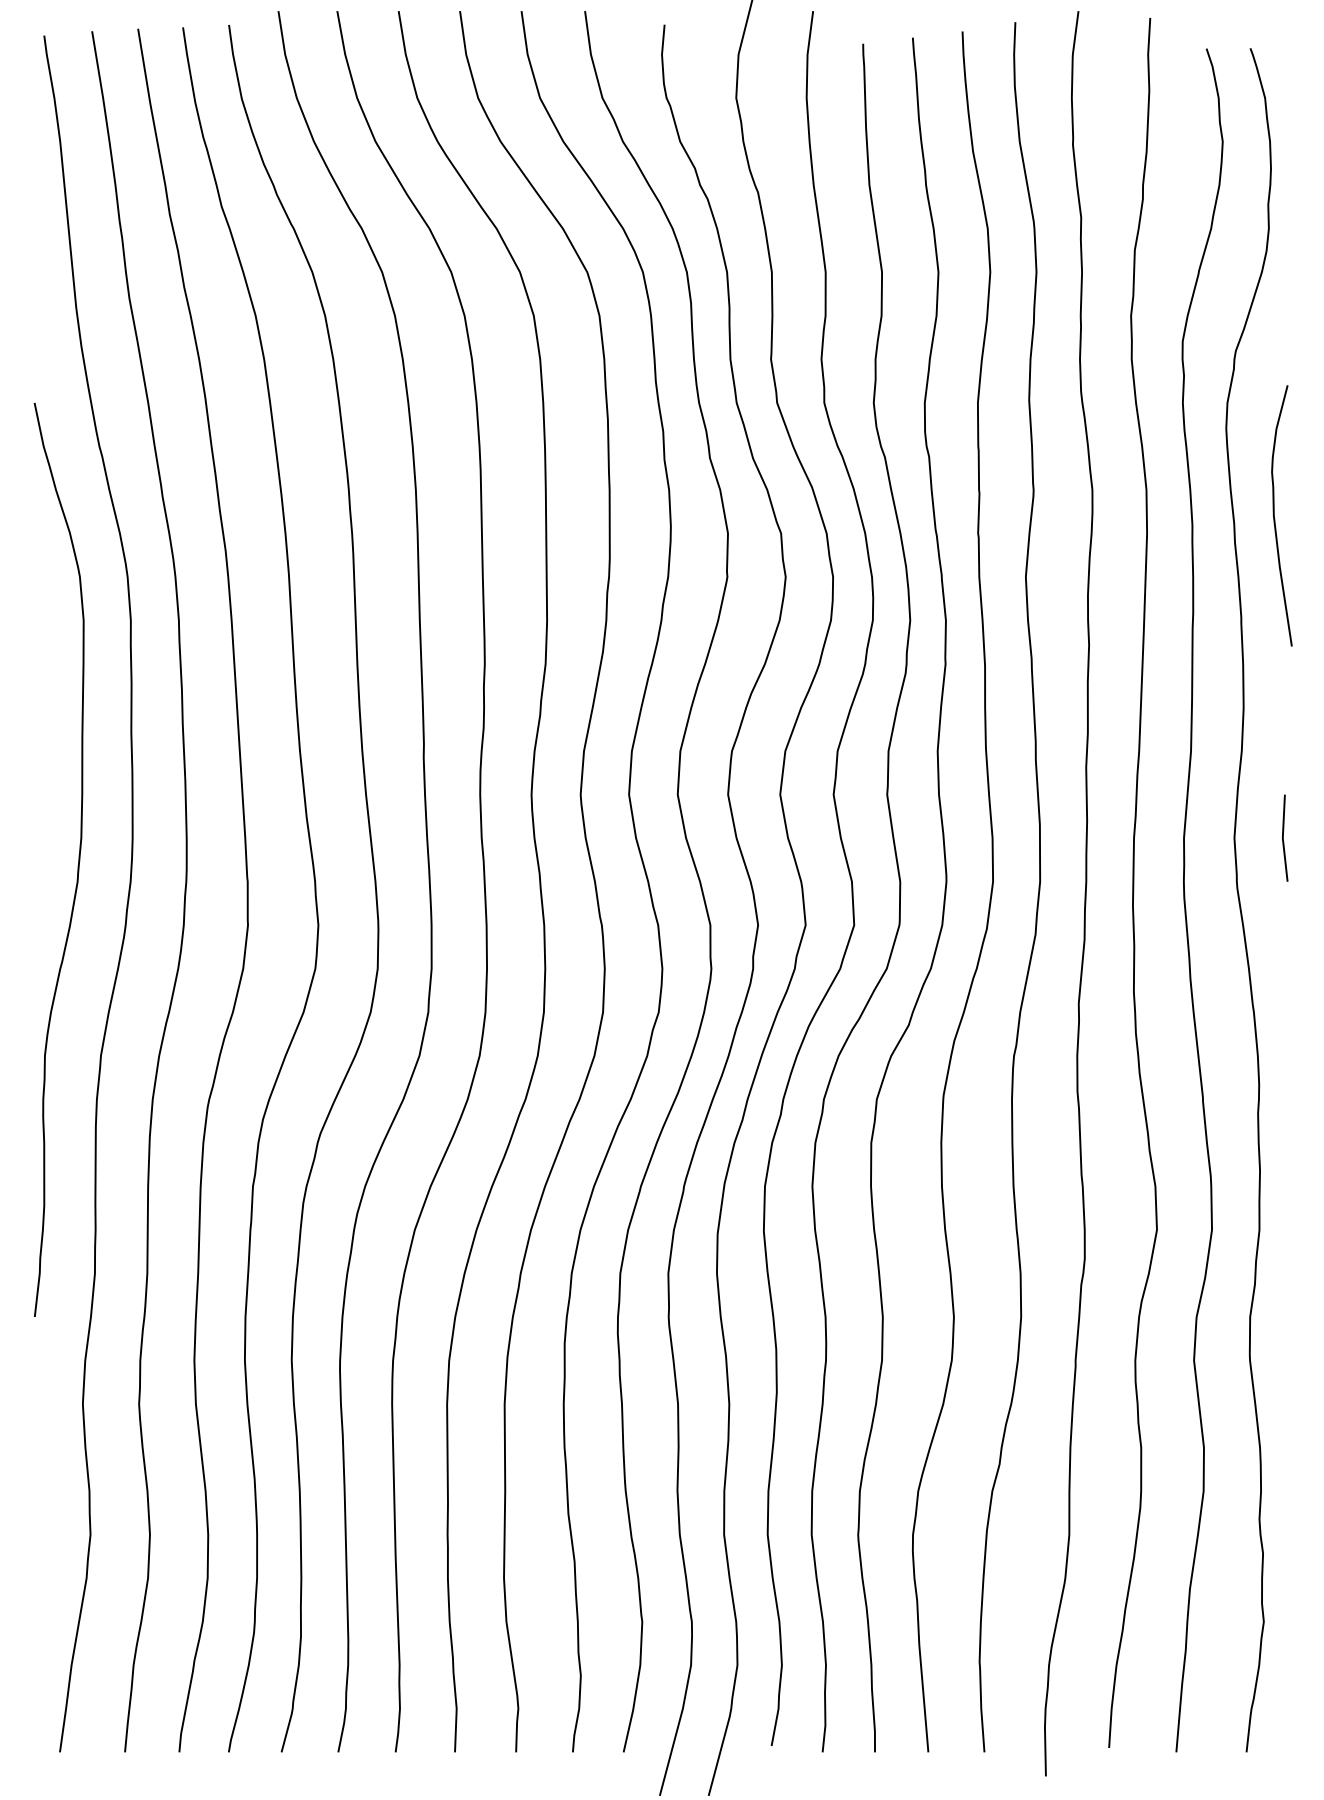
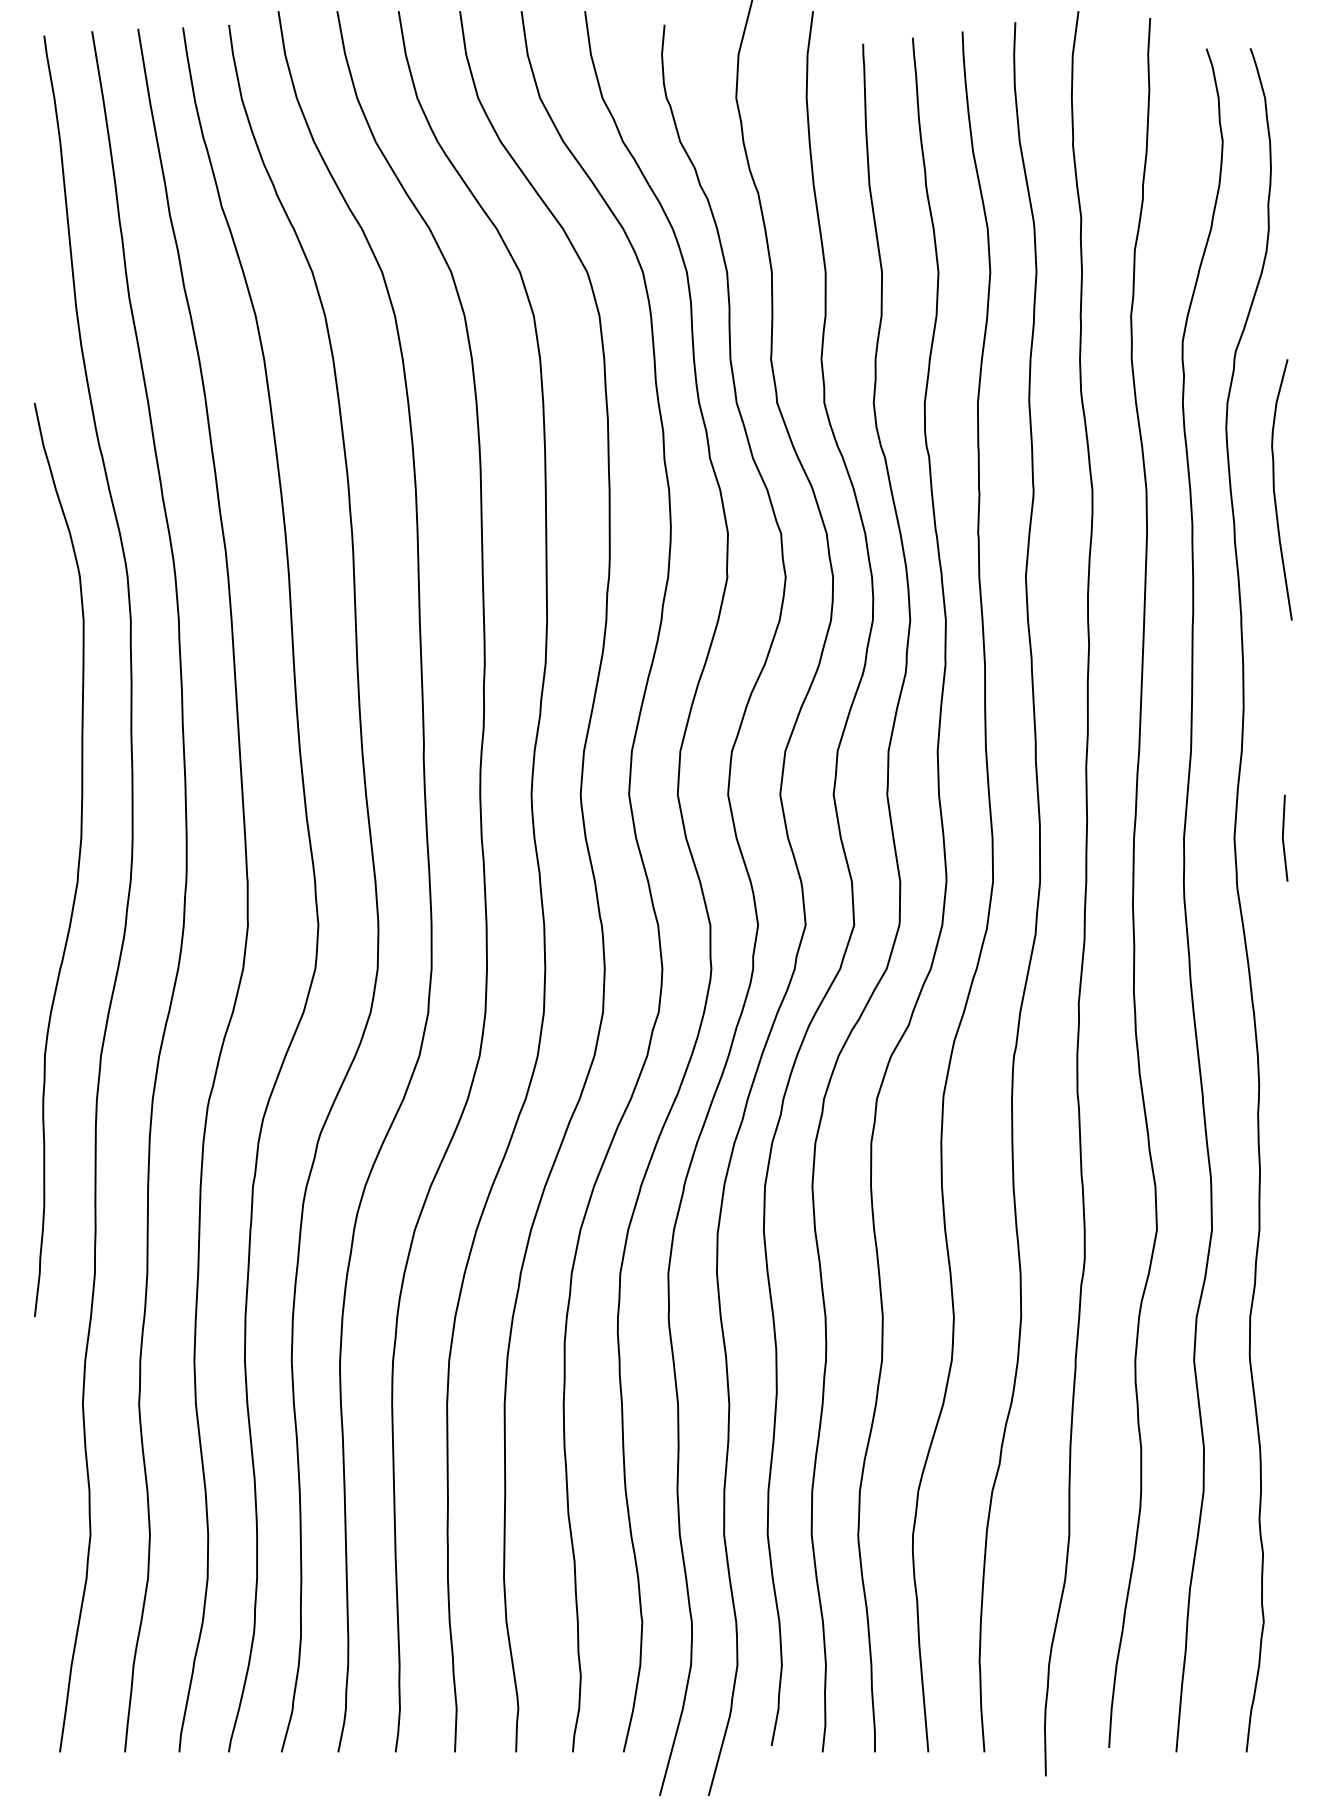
curve at (1275, 518) position: (1275, 518) -> (1275, 492)
